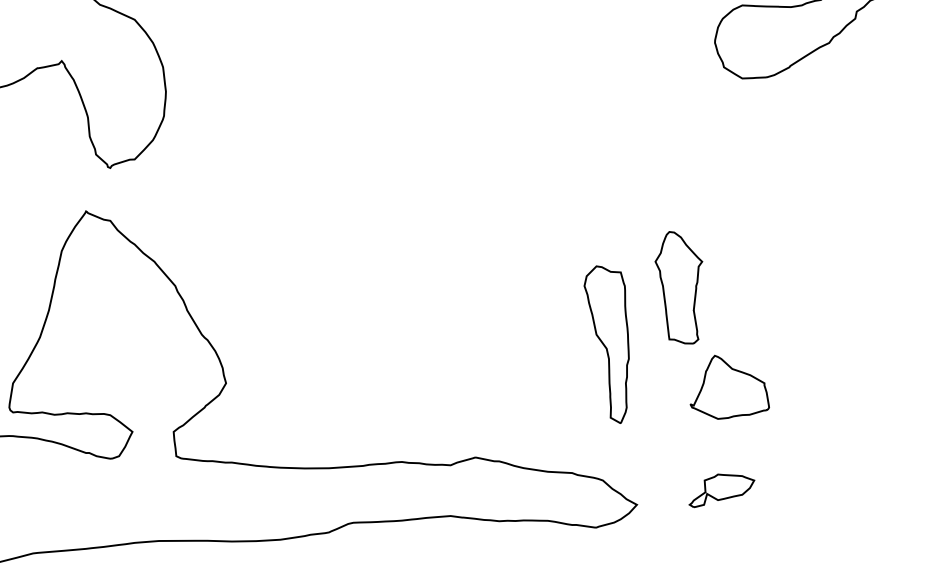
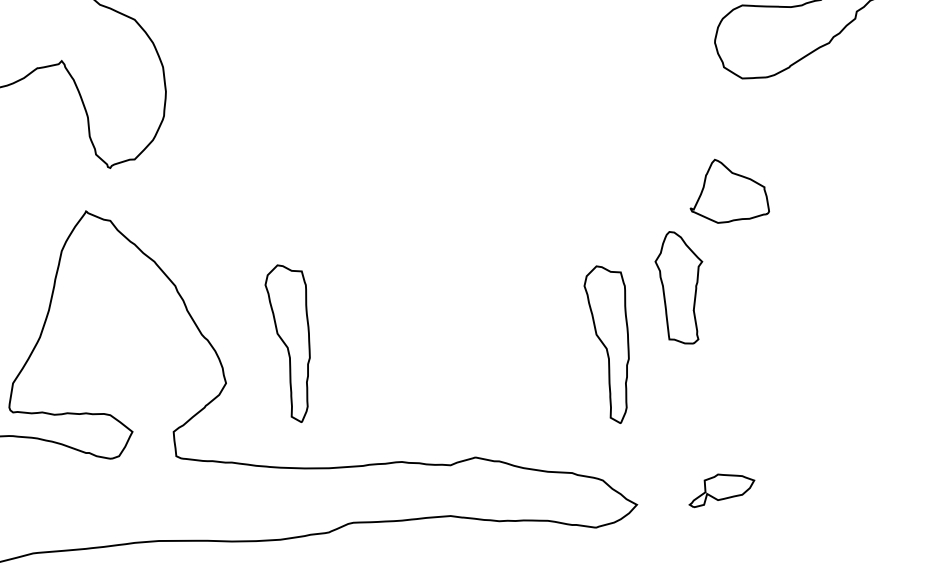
part at (287, 343): none -> present
part at (729, 386) position: (729, 386) -> (729, 190)
